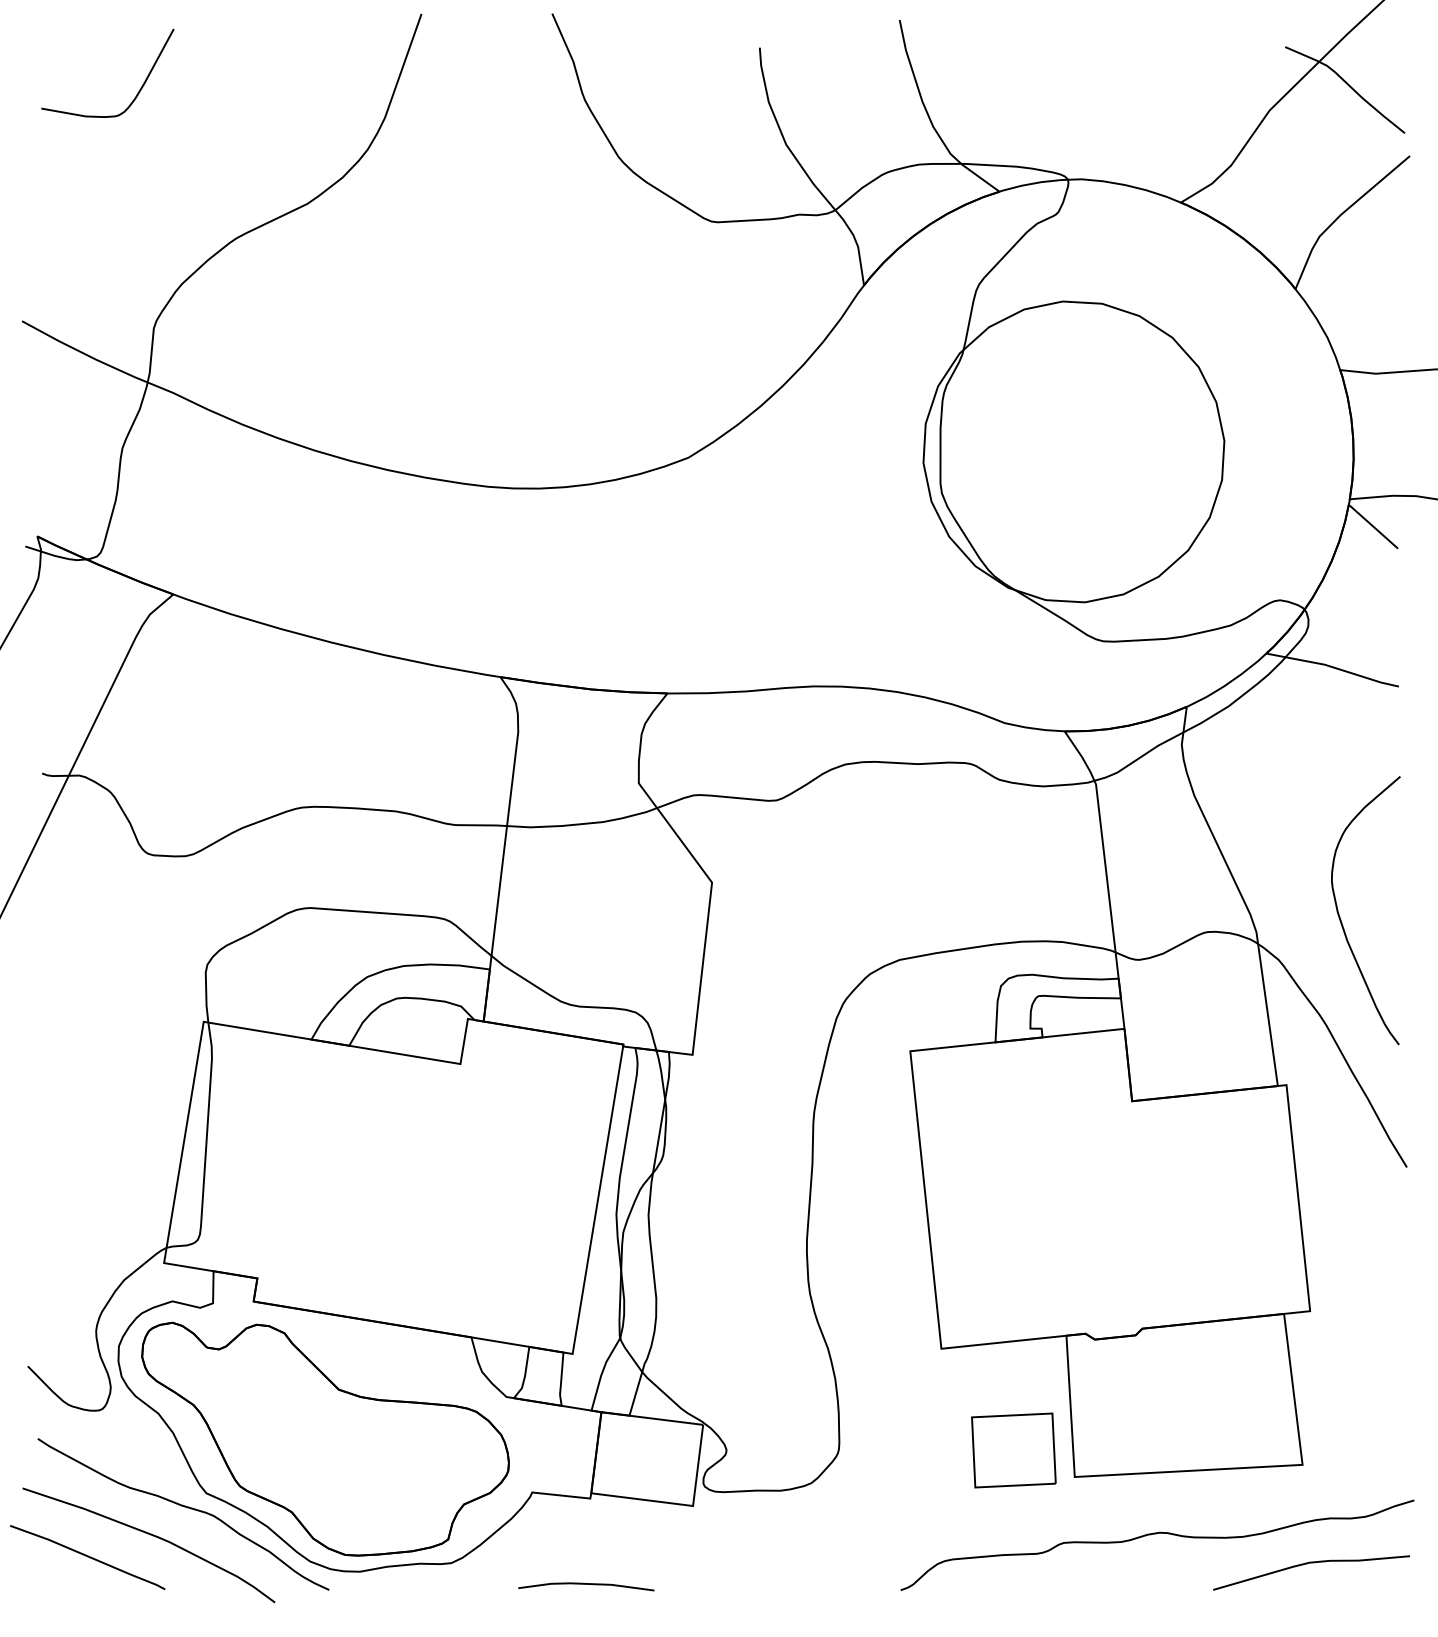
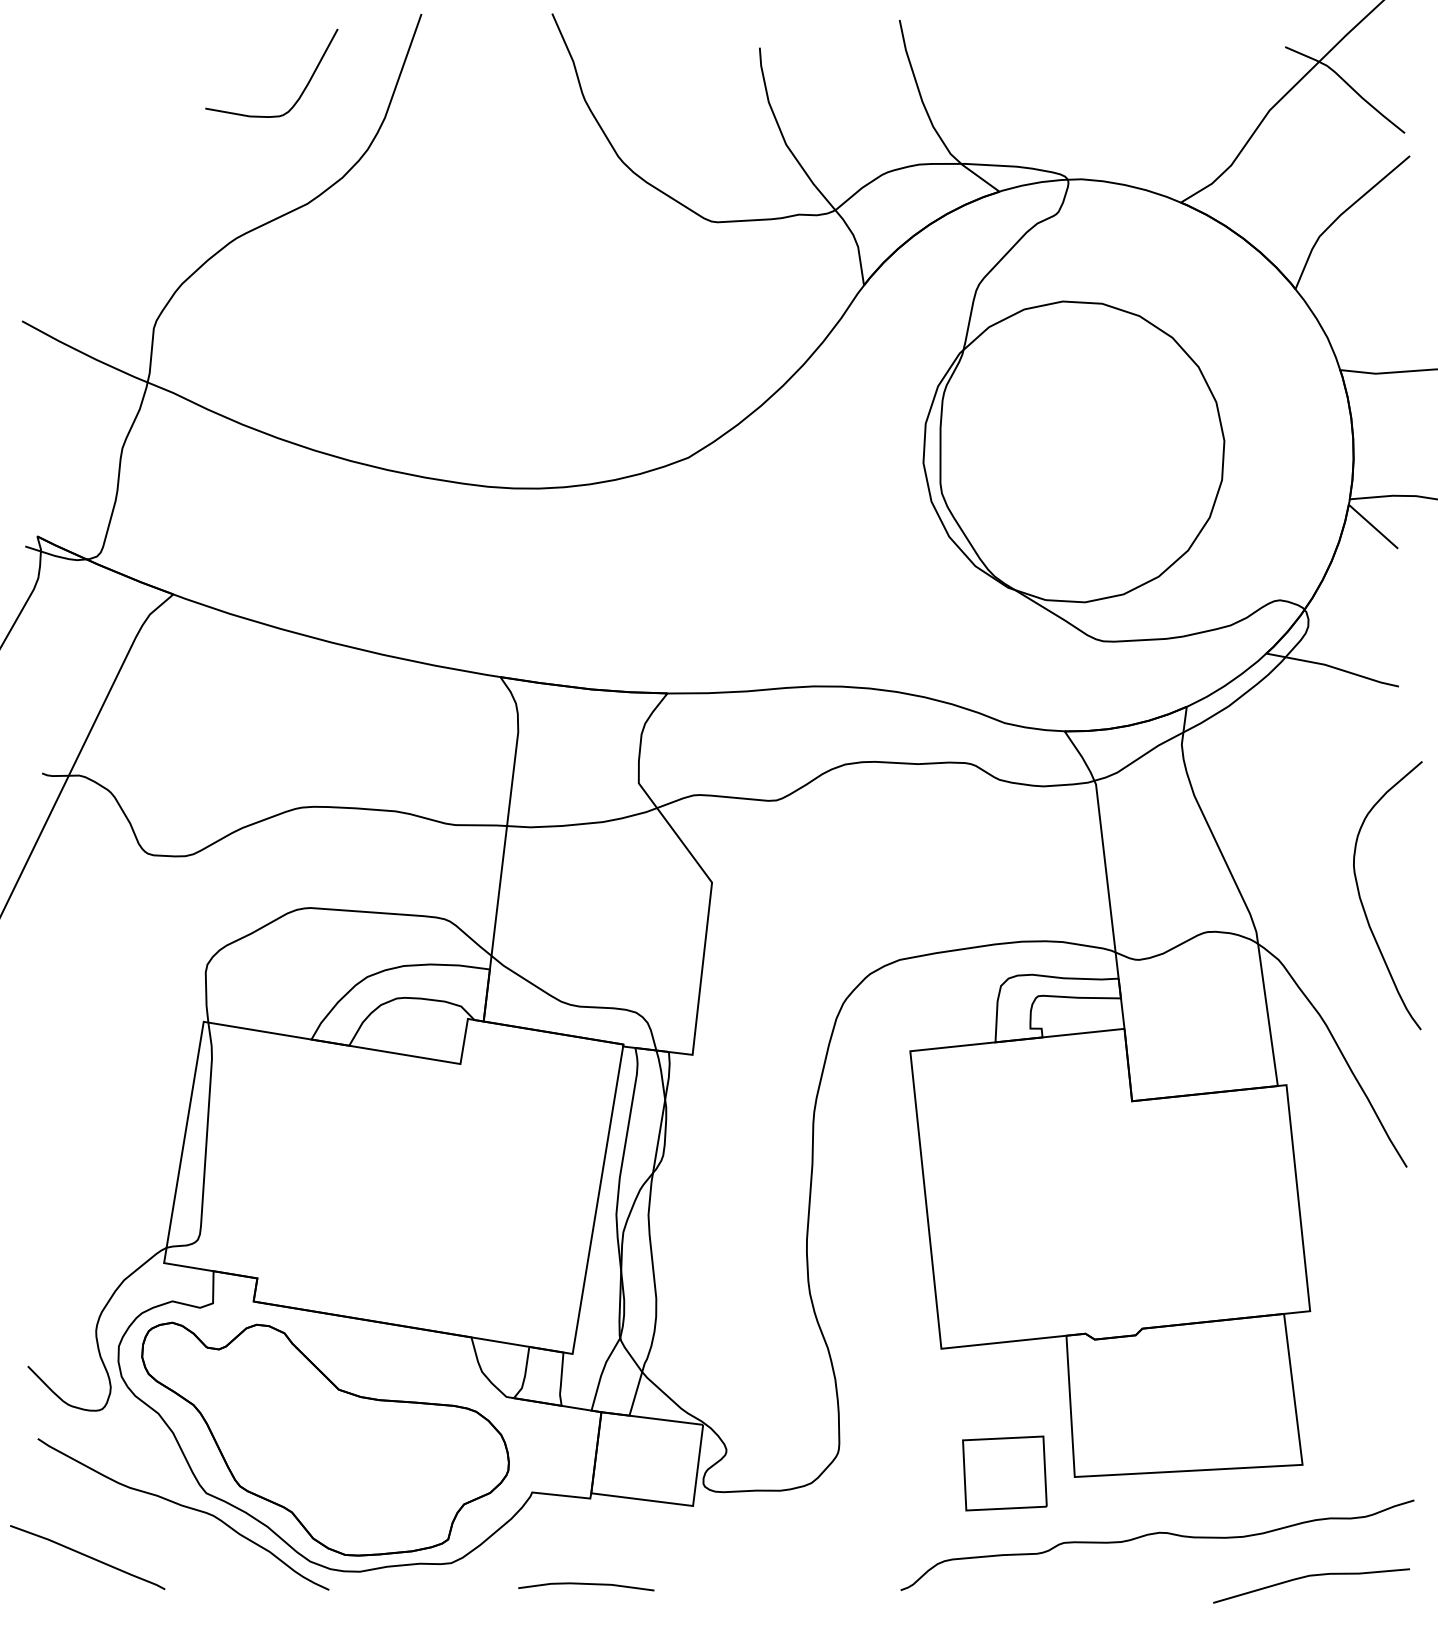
curve at (137, 92) position: (137, 92) -> (301, 92)
curve at (1341, 919) position: (1341, 919) -> (1363, 904)
part at (1013, 1450) position: (1013, 1450) -> (1004, 1473)
curve at (152, 1536): present -> none
curve at (1307, 1564) position: (1307, 1564) -> (1307, 1577)
